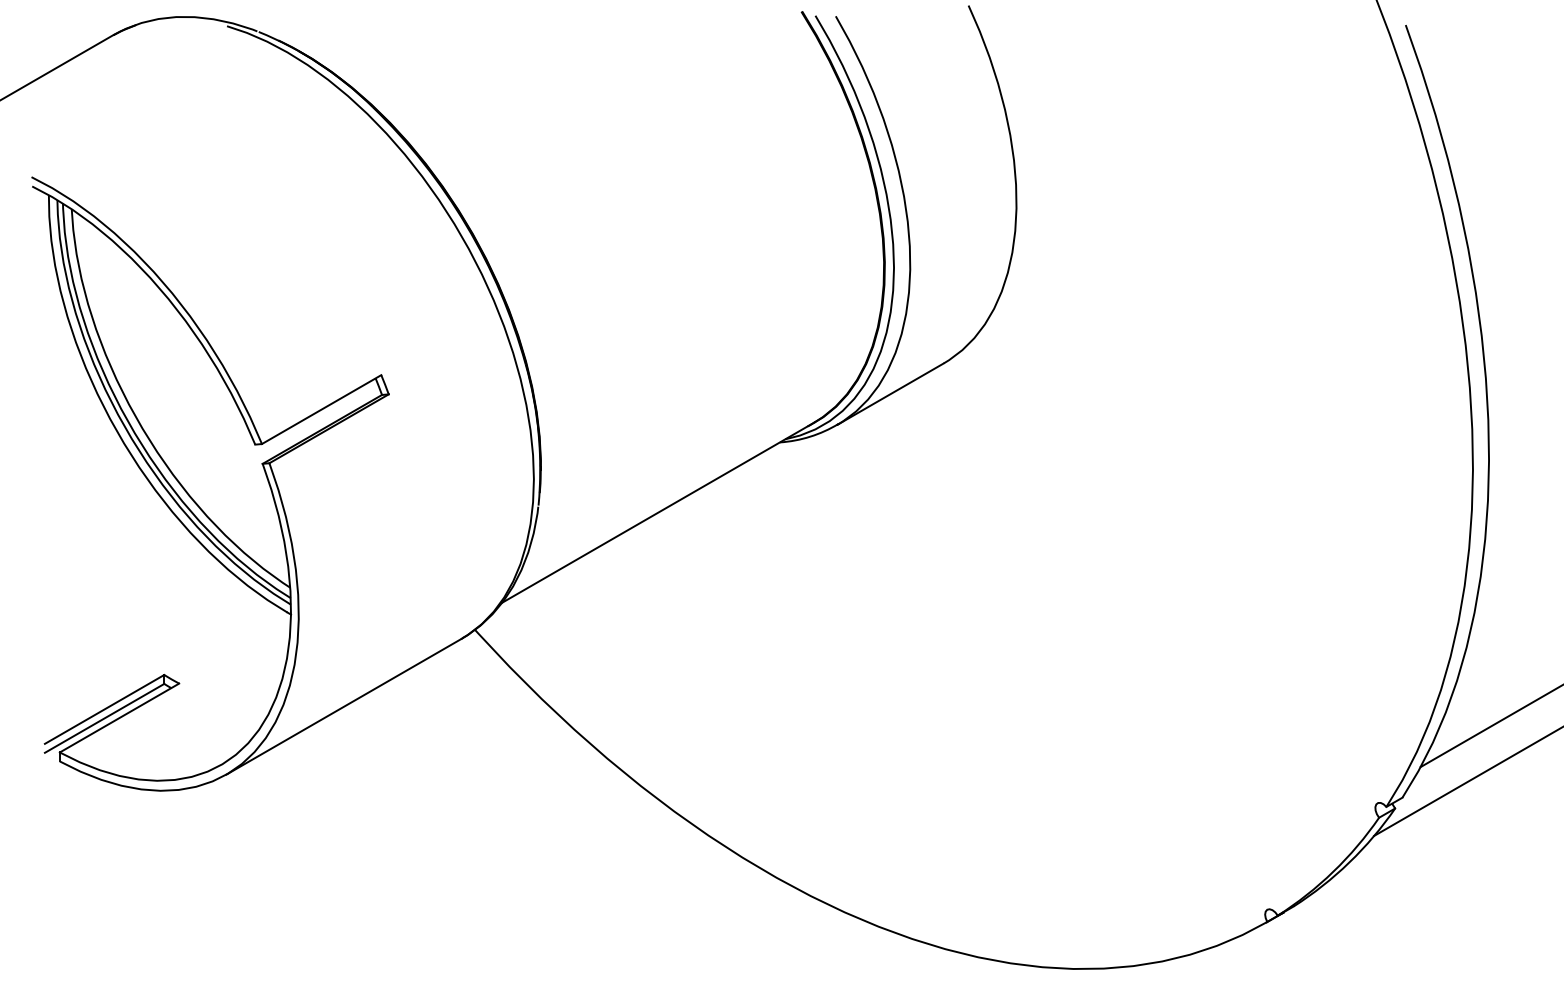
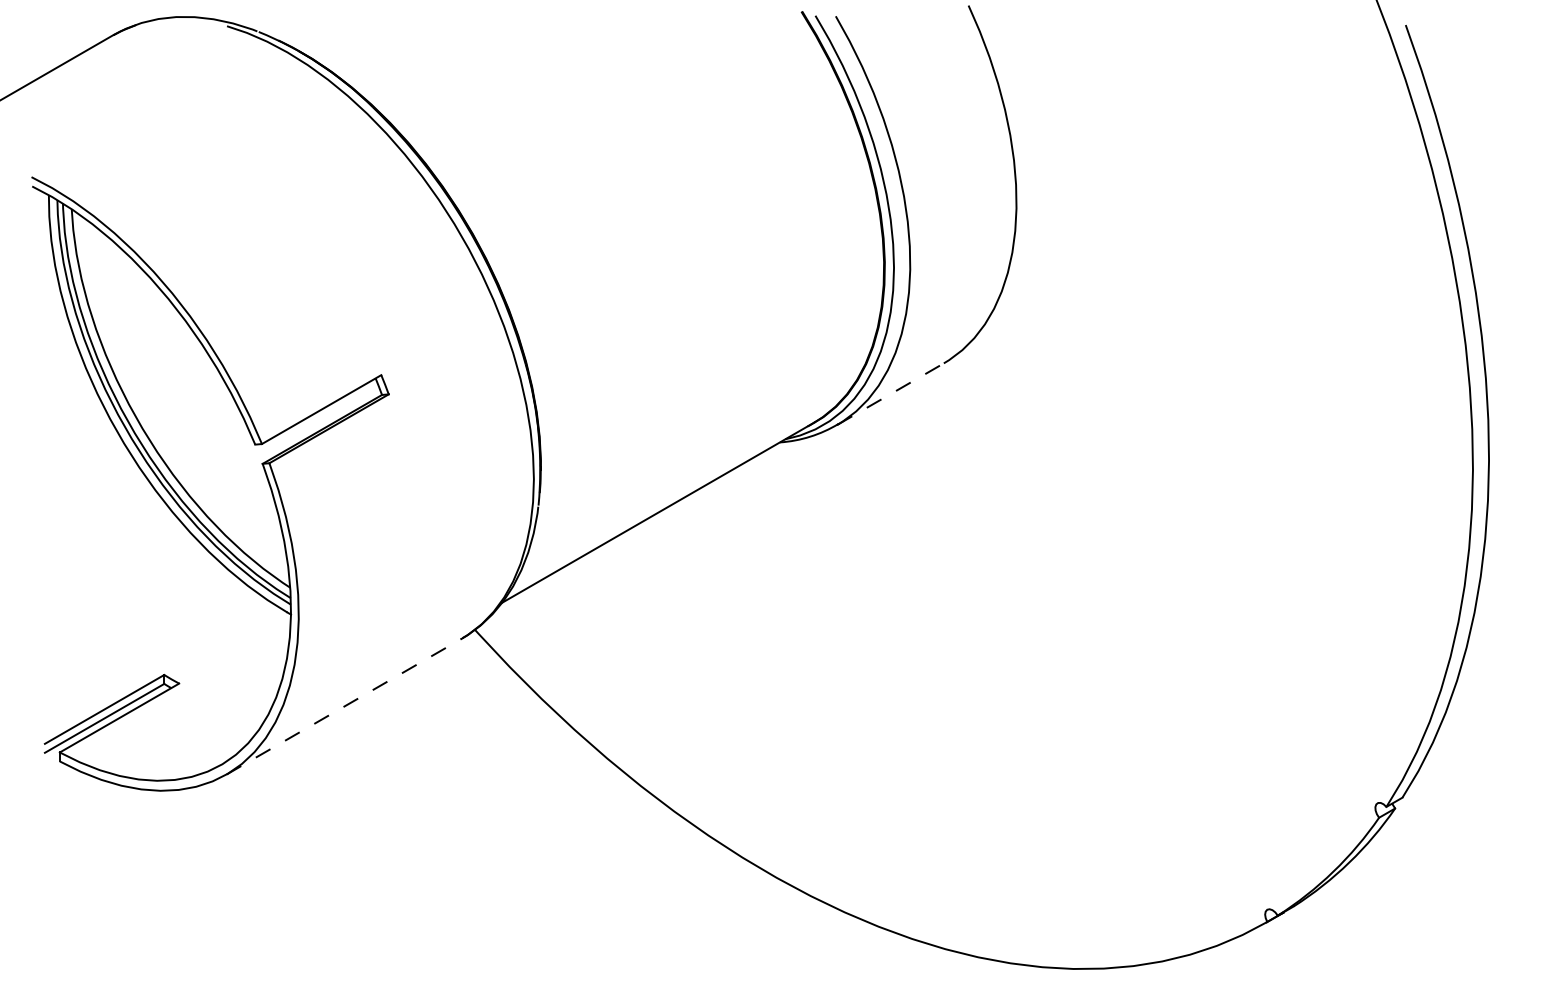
line at (891, 393): solid -> dashed
line at (344, 706): solid -> dashed
line at (1490, 726): present -> none
line at (1467, 782): present -> none
